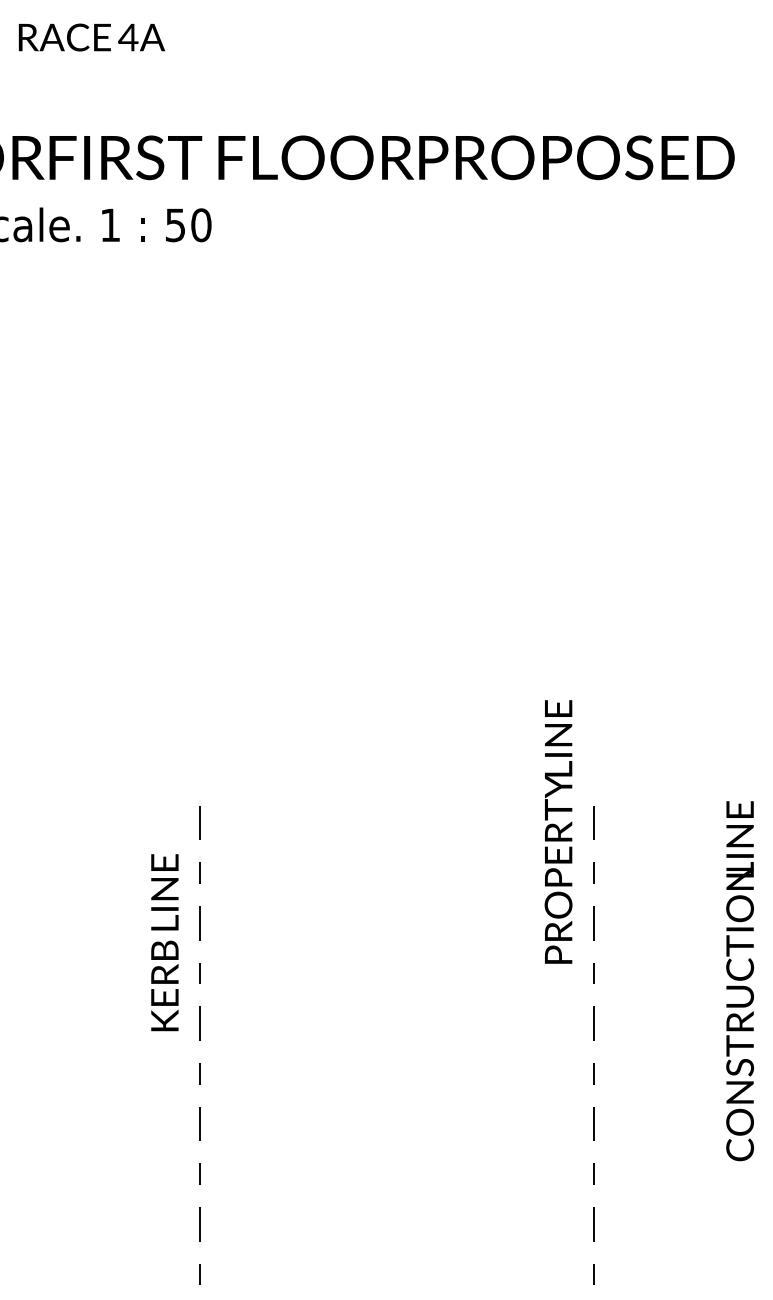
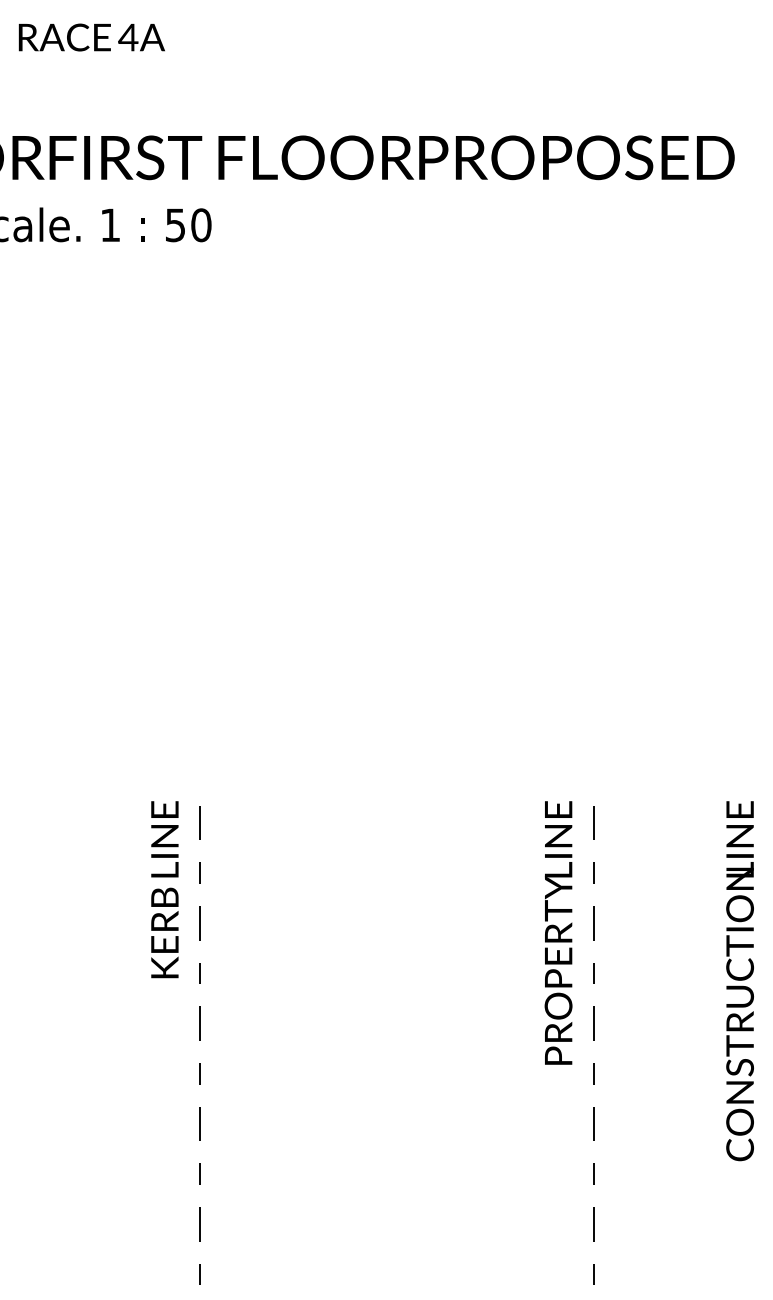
text at (558, 831) position: (558, 831) -> (558, 932)
text at (164, 942) position: (164, 942) -> (164, 889)
